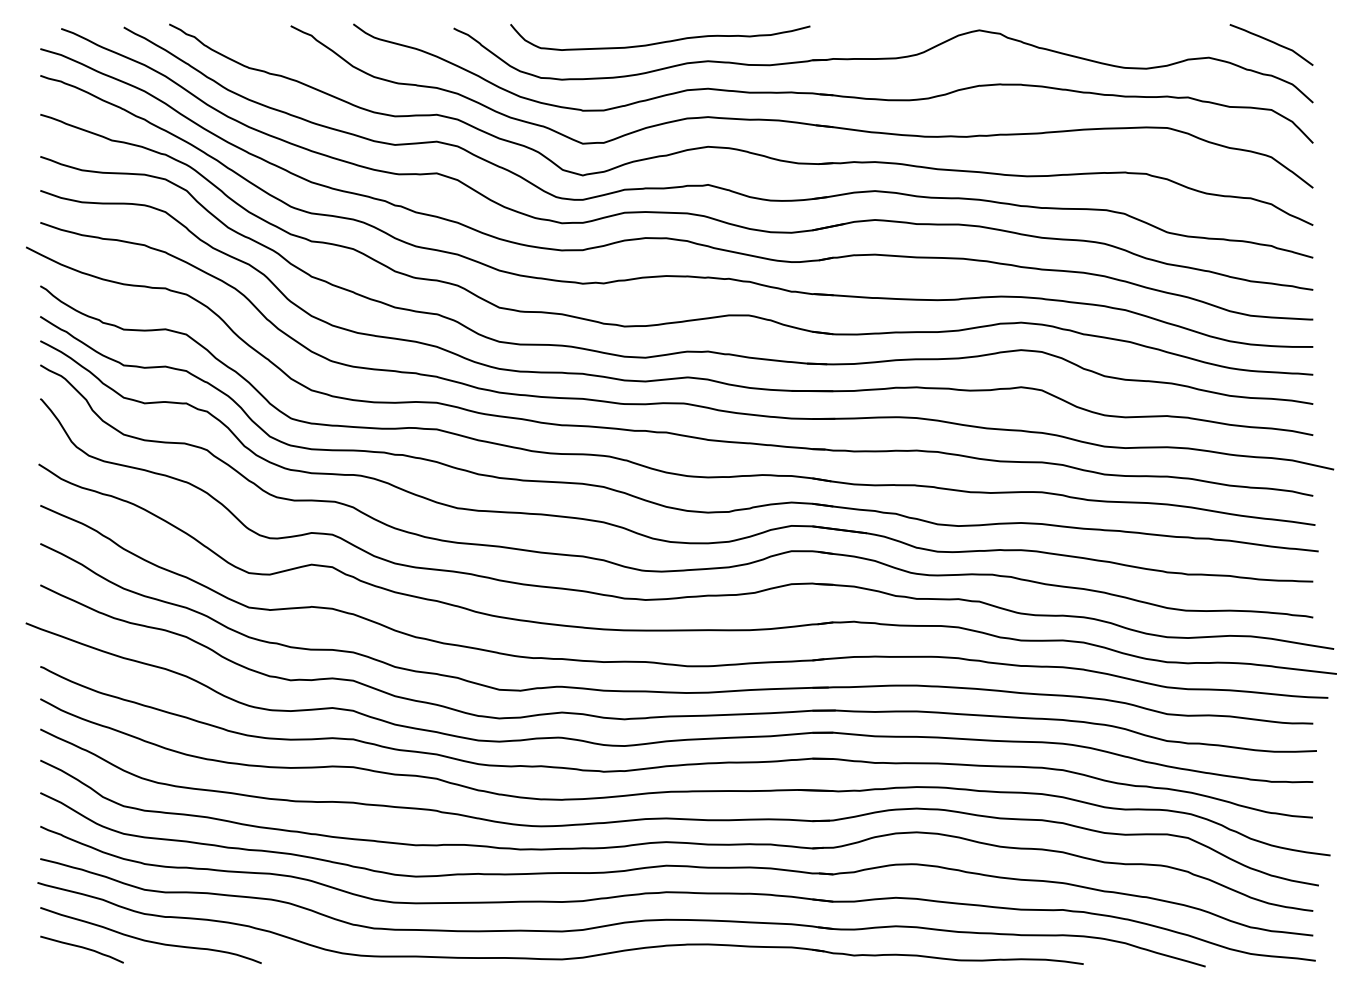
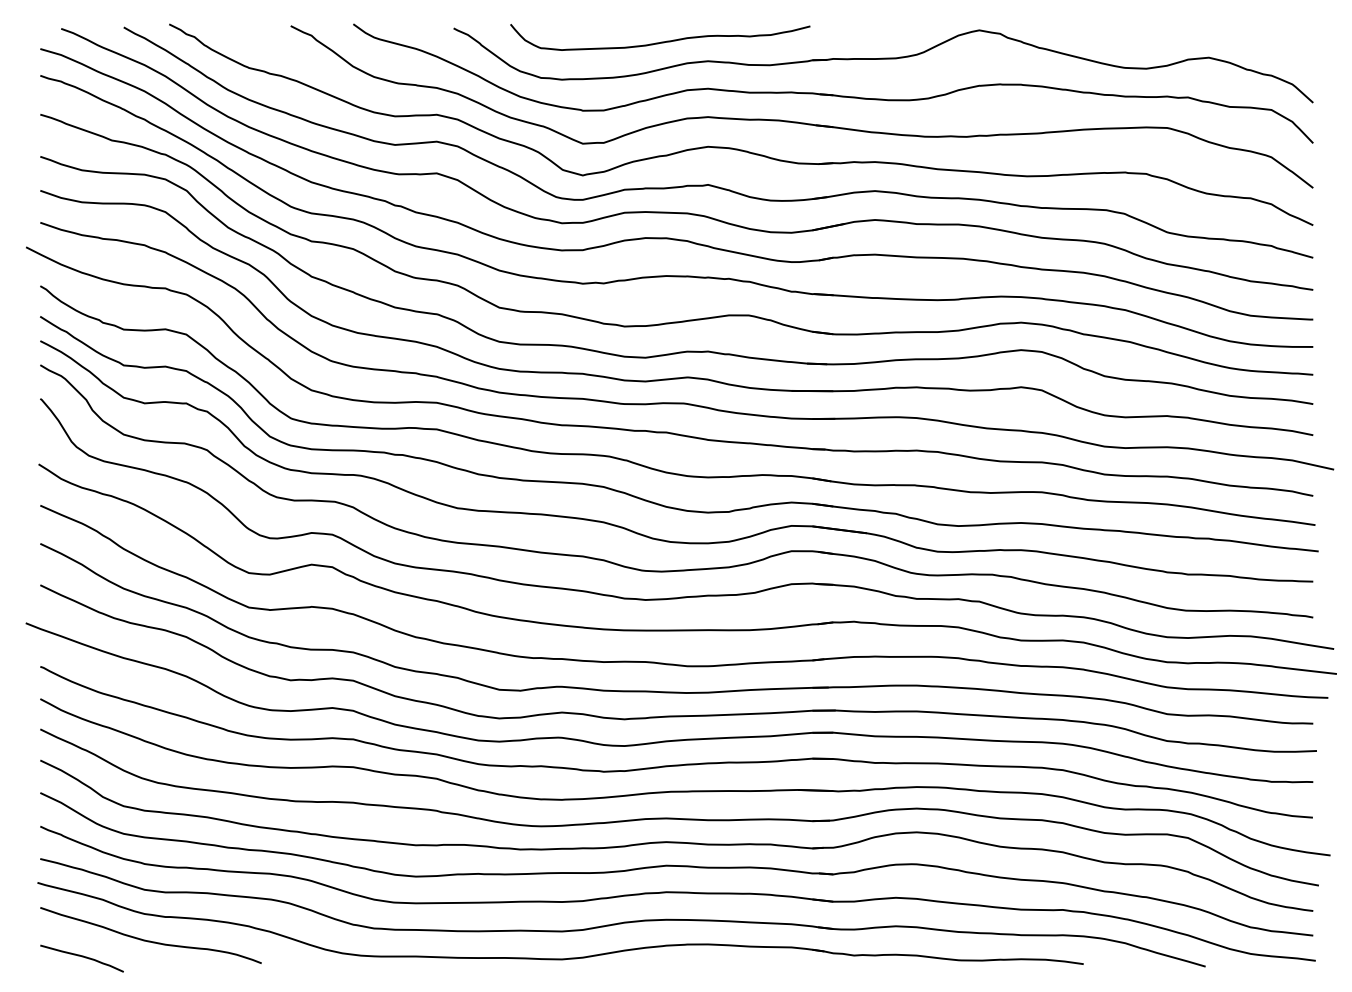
curve at (1271, 42): present -> none
curve at (82, 948) position: (82, 948) -> (82, 957)
